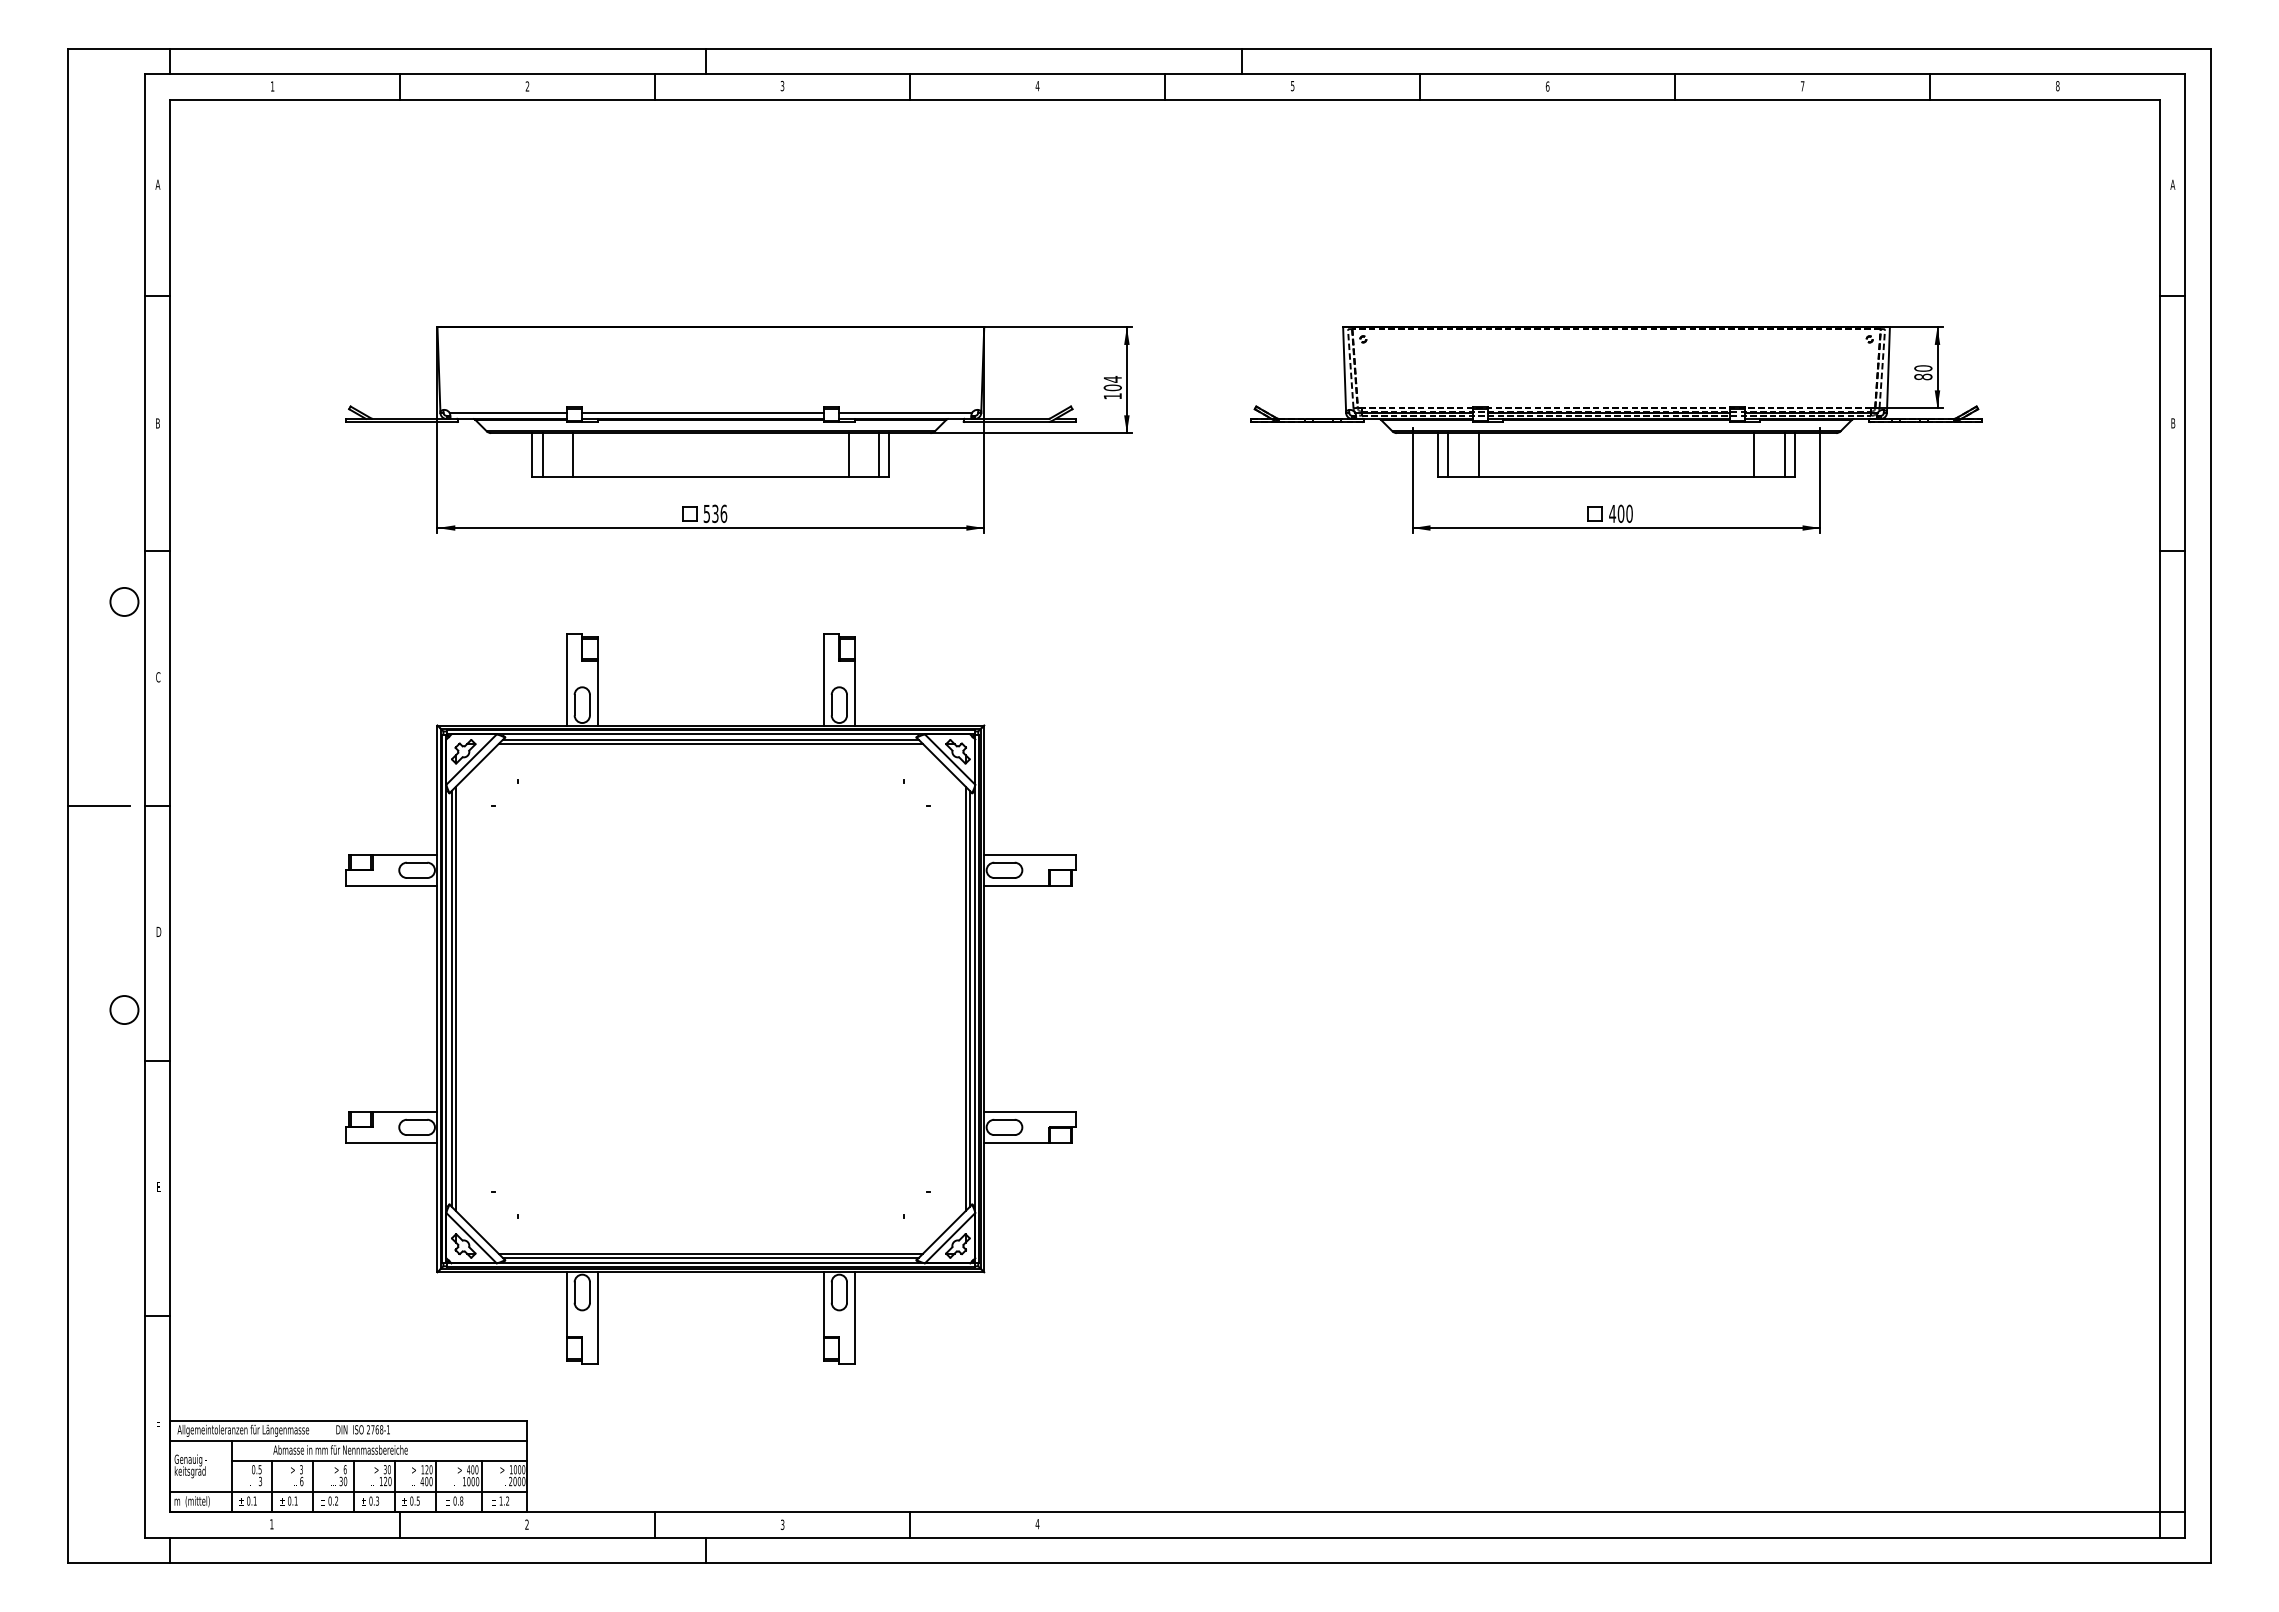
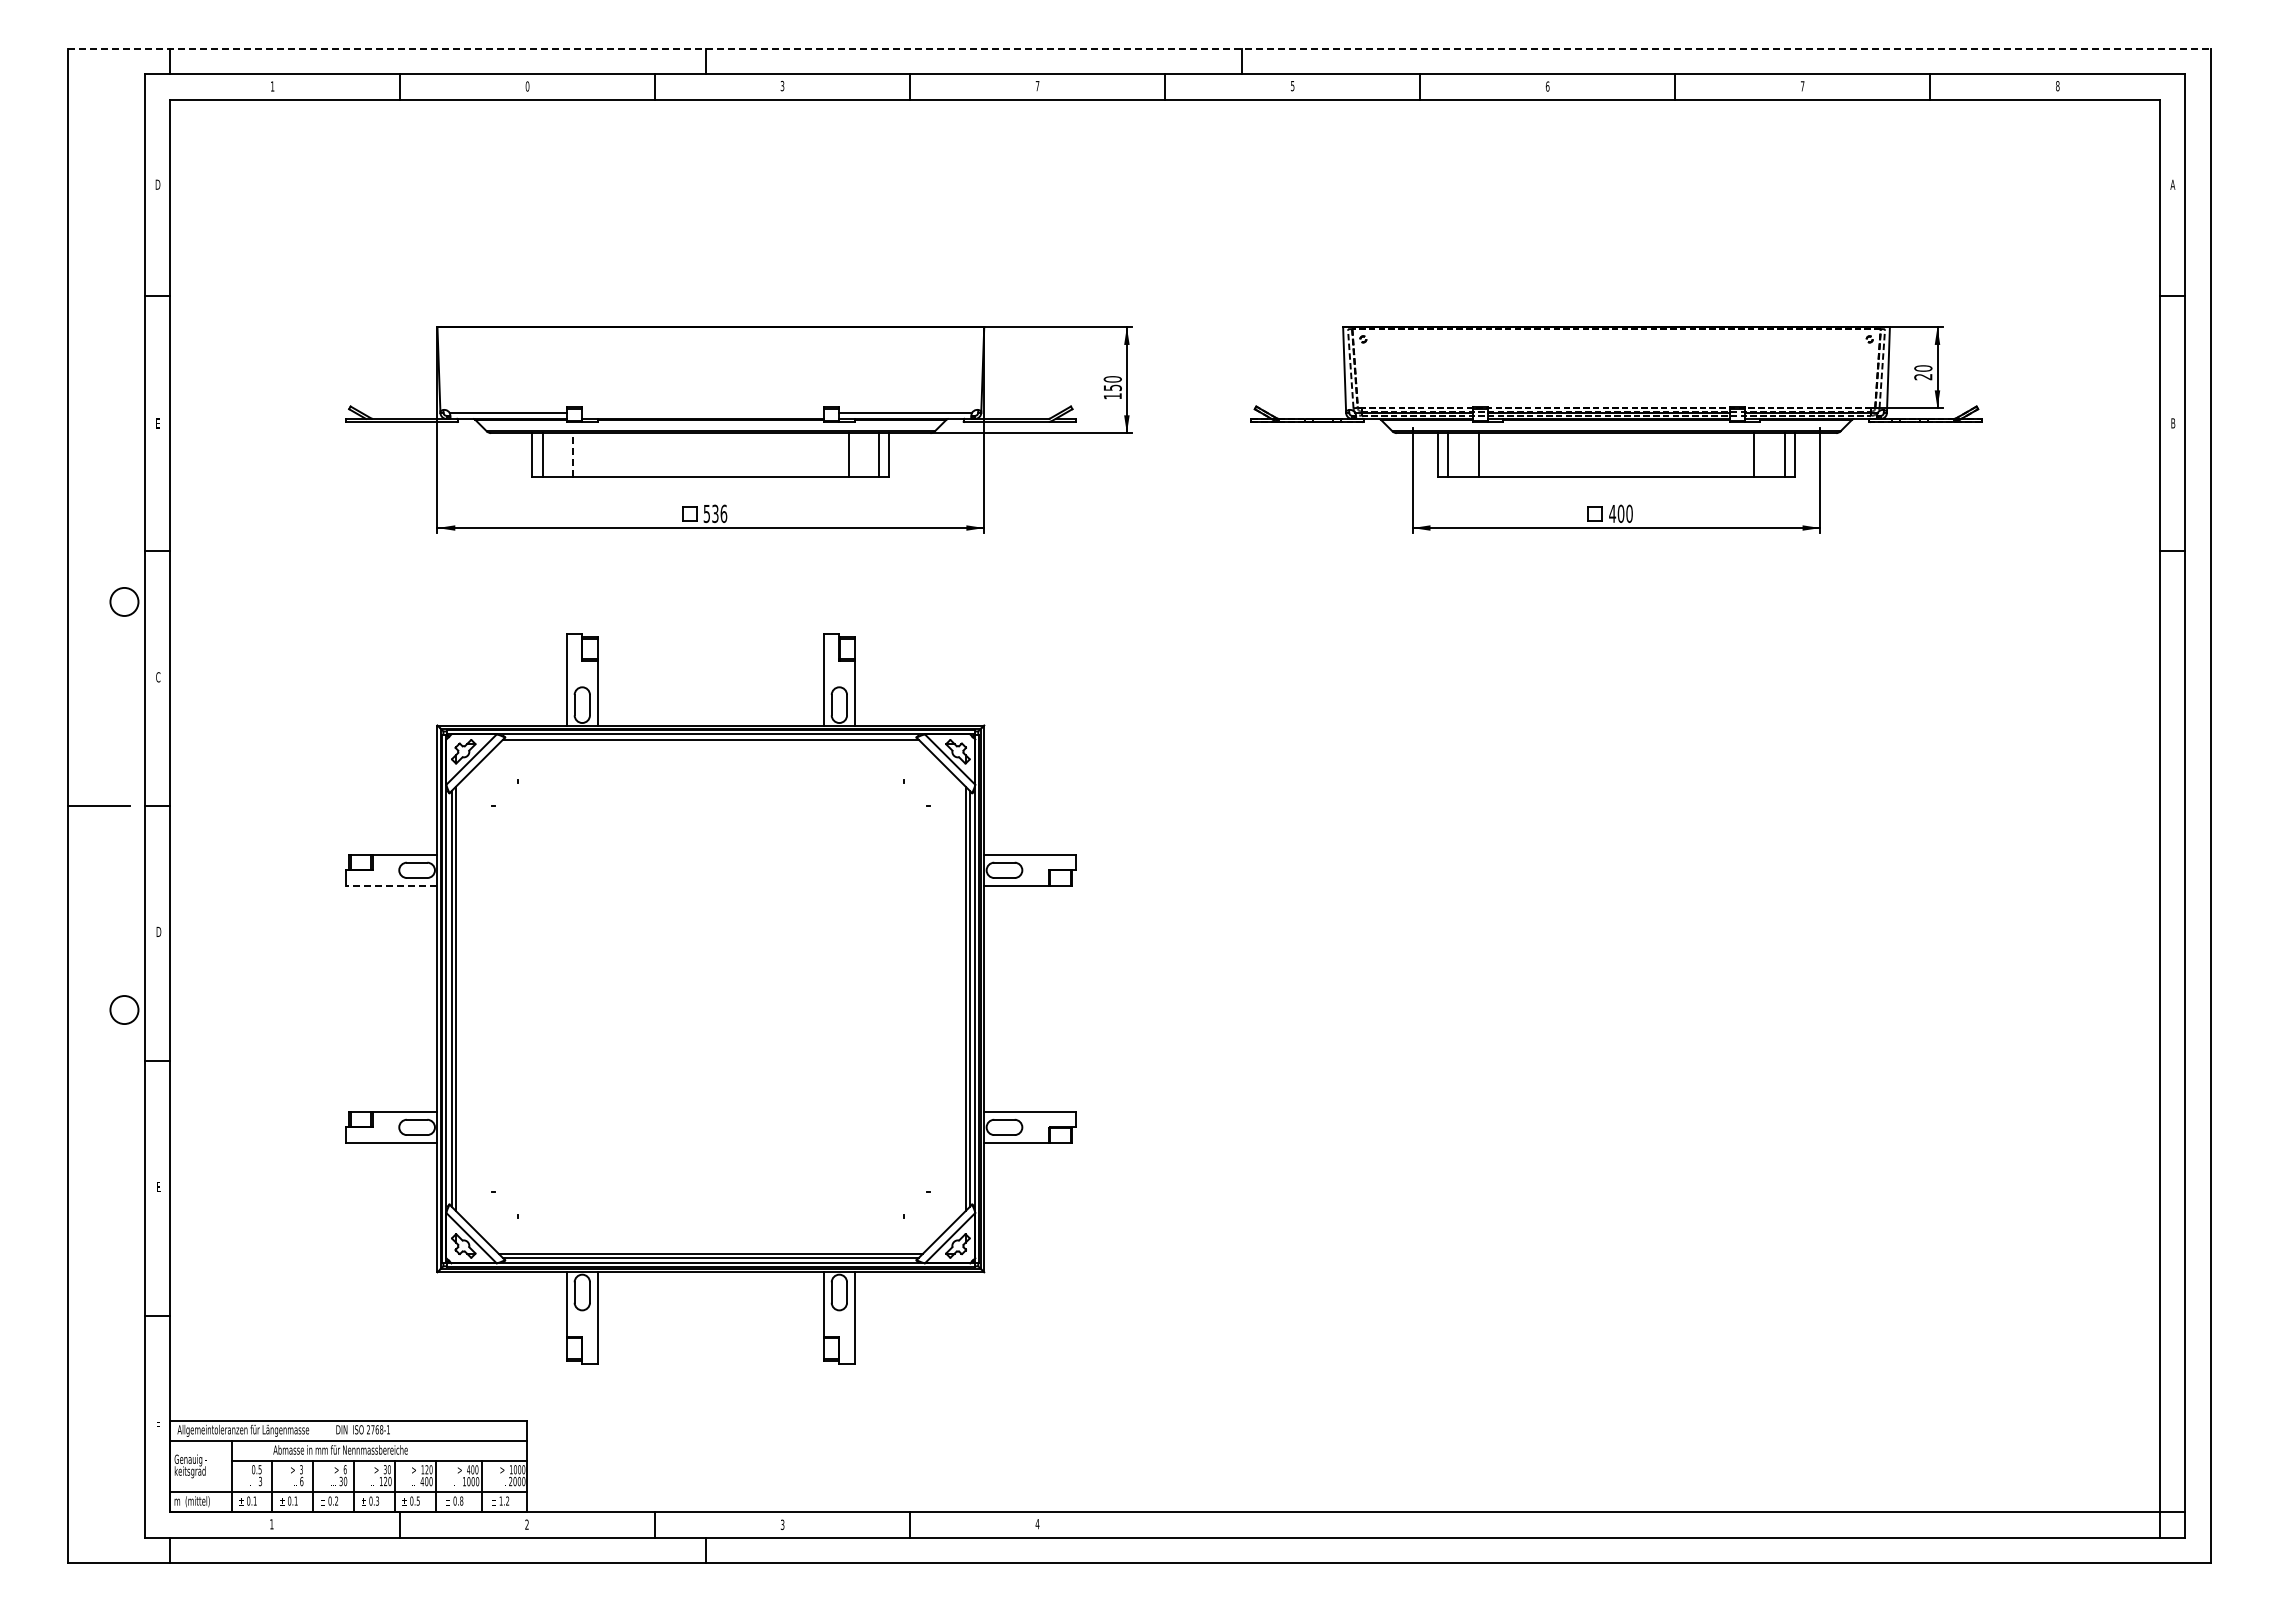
line at (1139, 48): solid -> dashed
text at (527, 86): 2 -> 0
text at (1037, 86): 4 -> 7
text at (157, 184): A -> D
text at (1923, 376): 80 -> 20
text at (1112, 383): 104 -> 150
line at (703, 412): present -> none
text at (157, 423): B -> E
line at (573, 455): solid -> dashed
line at (710, 744): present -> none
line at (391, 885): solid -> dashed
